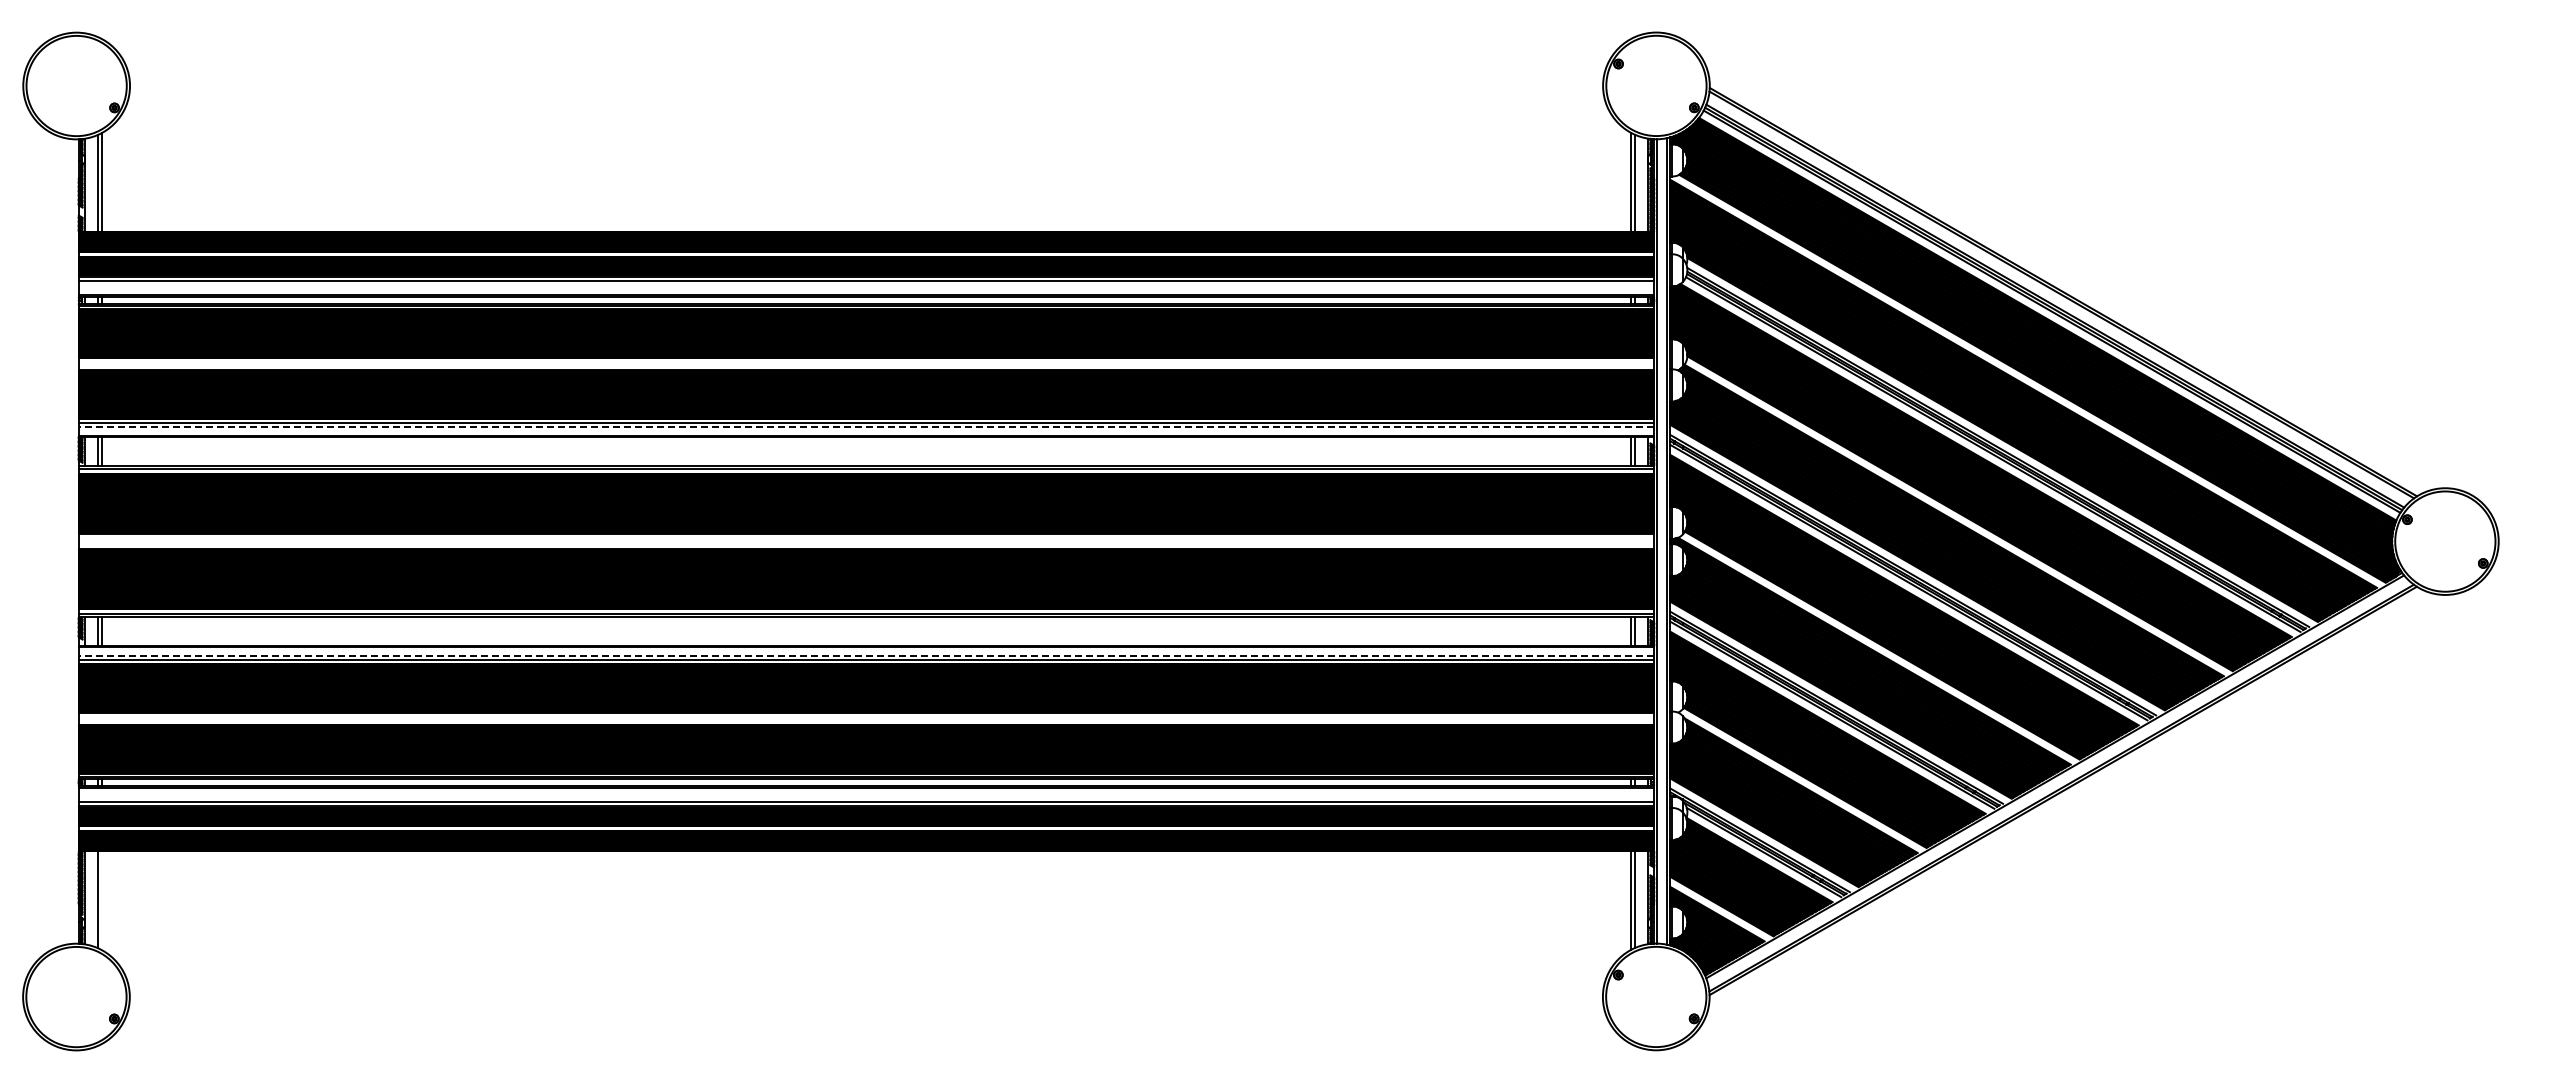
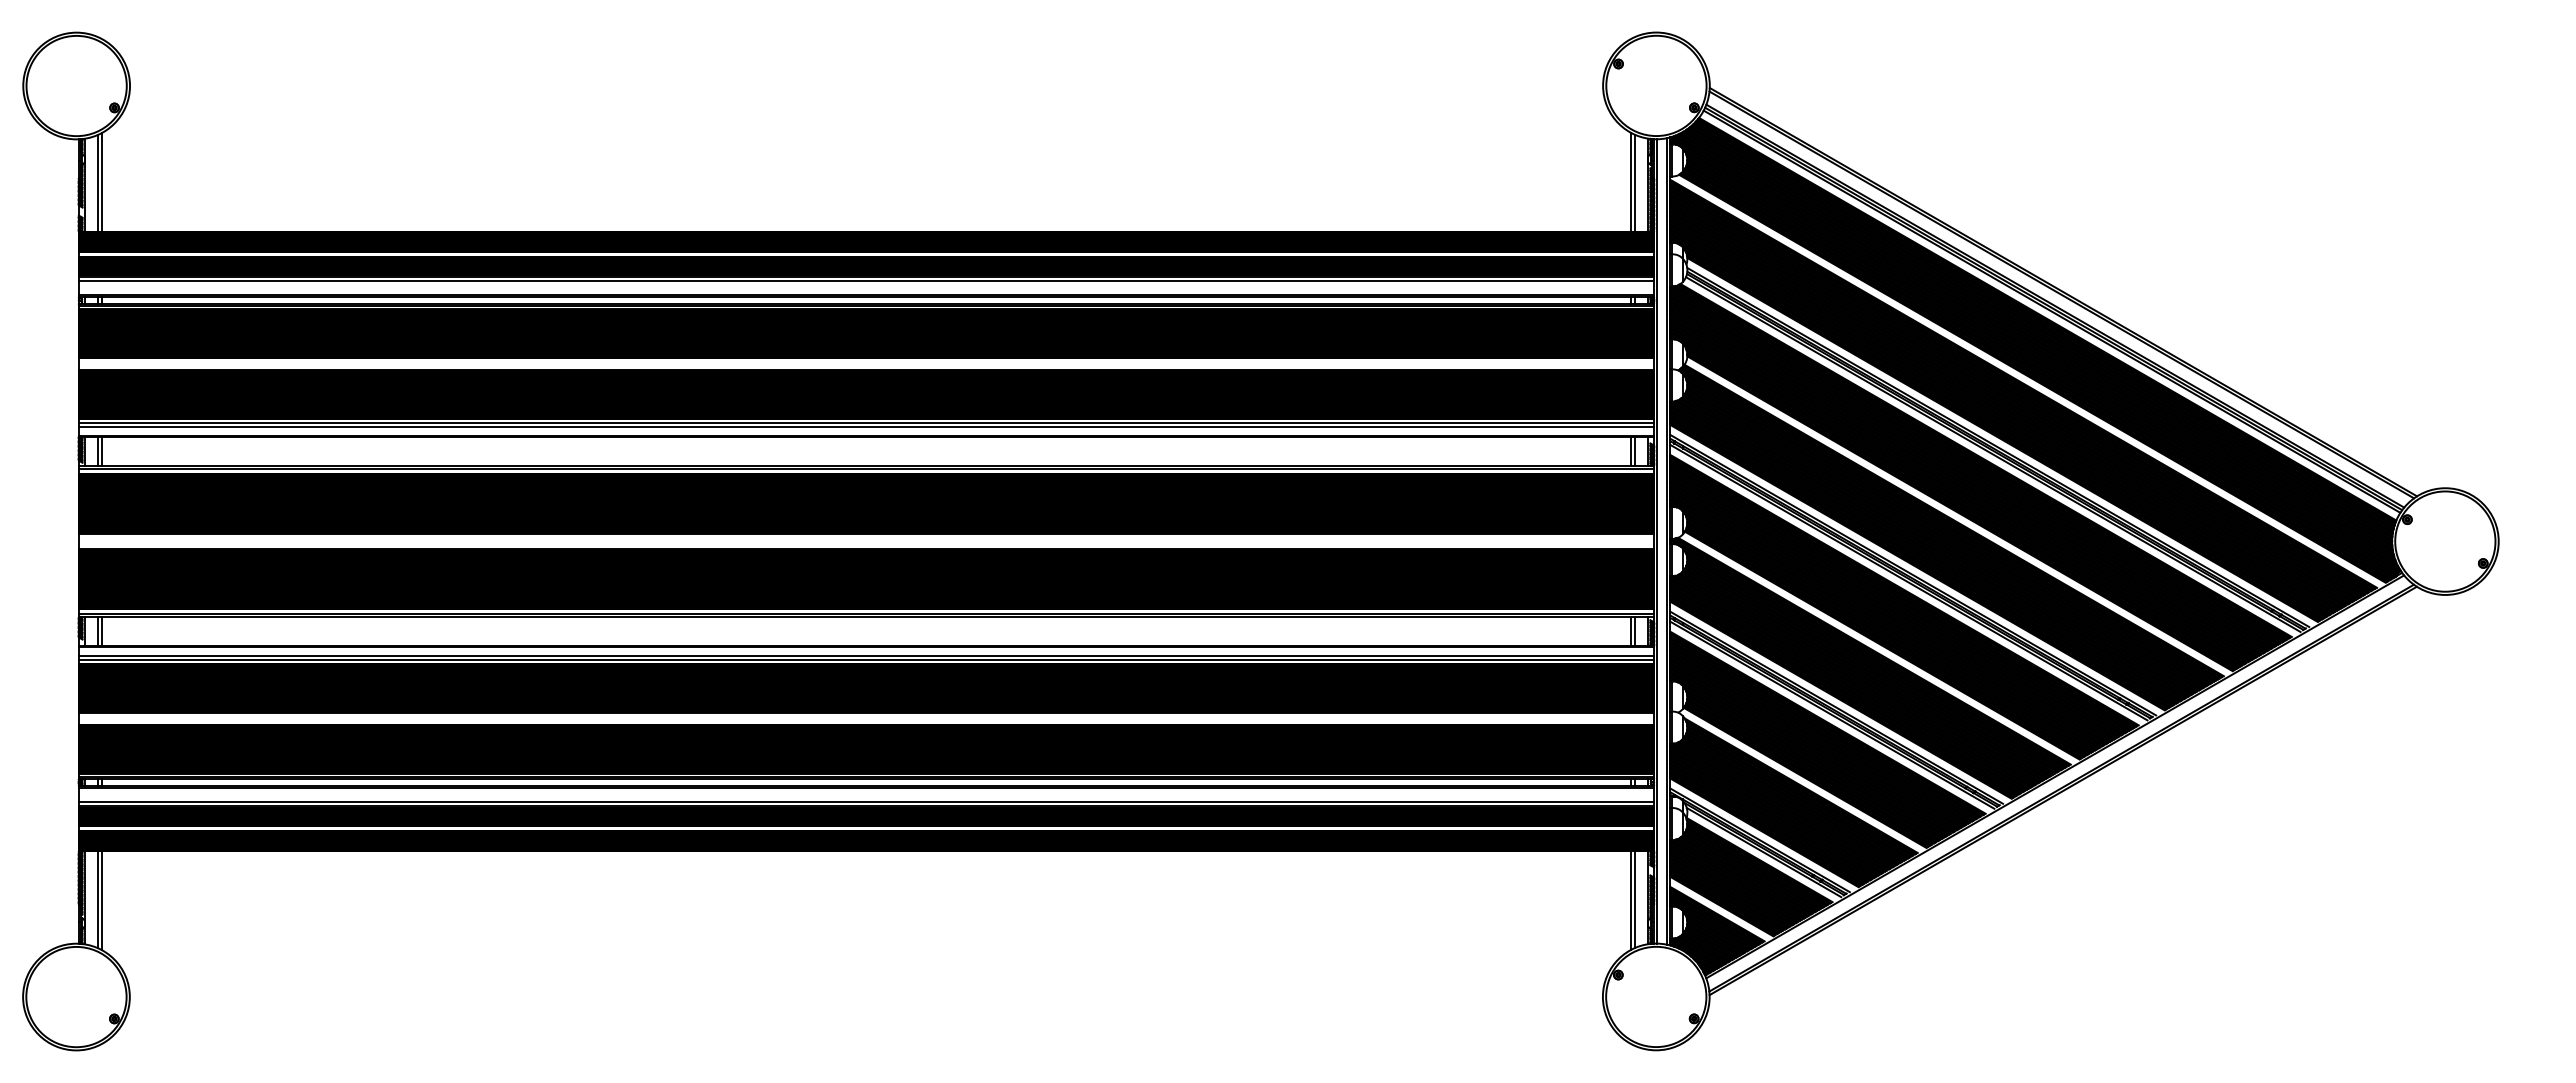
line at (866, 427): dashed -> solid
line at (866, 655): dashed -> solid
line at (101, 900): none -> present
